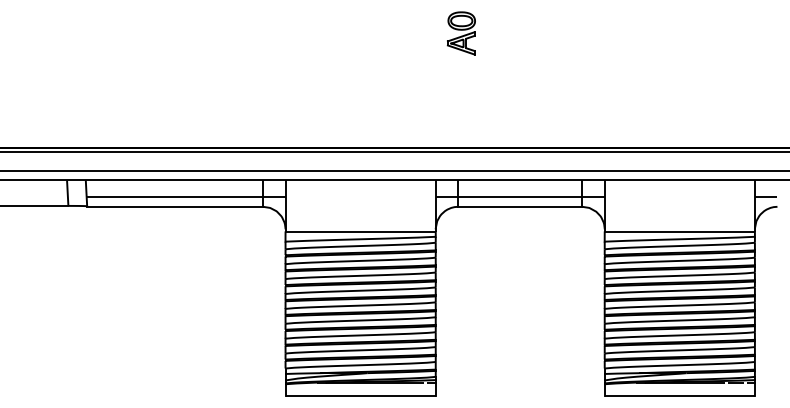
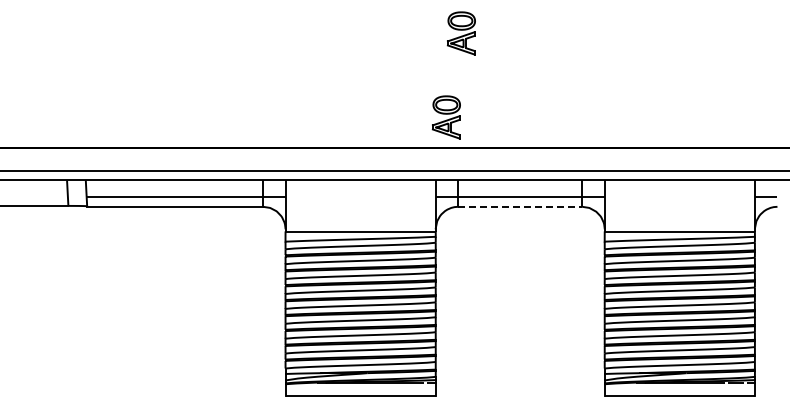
part at (445, 117): none -> present
line at (394, 152): present -> none
line at (520, 206): solid -> dashed
